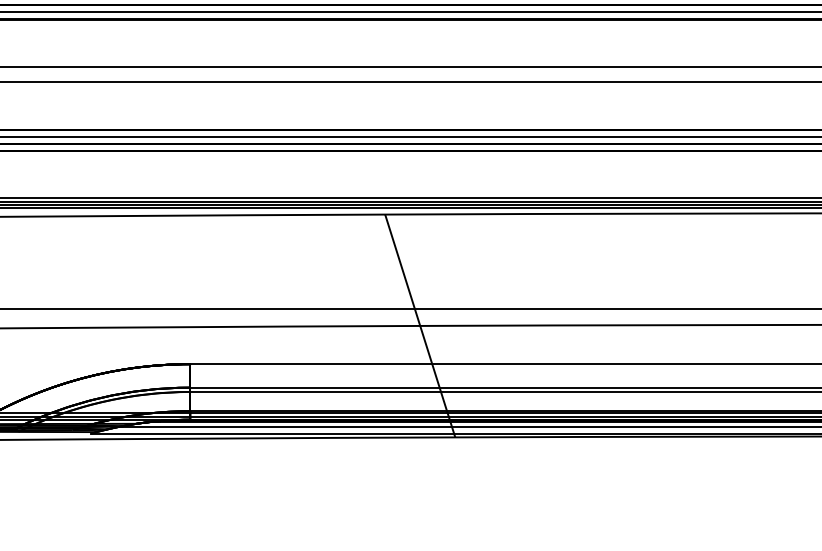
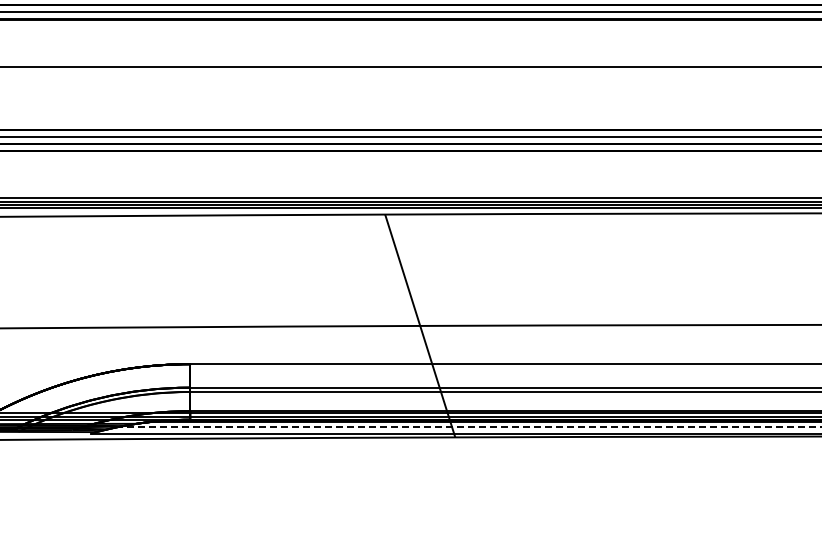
line at (410, 81): present -> none
line at (410, 308): present -> none
line at (470, 426): solid -> dashed
